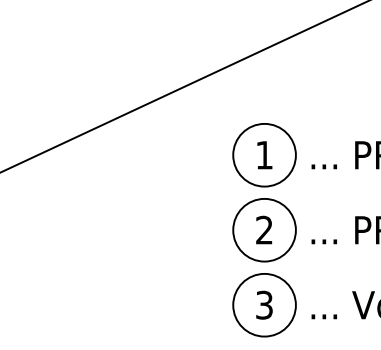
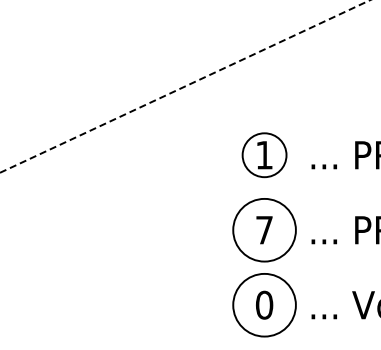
line at (185, 86): solid -> dashed
circle at (264, 154) diameter: 63 px -> 44 px
text at (264, 229): 2 -> 7
text at (264, 304): 3 -> 0
